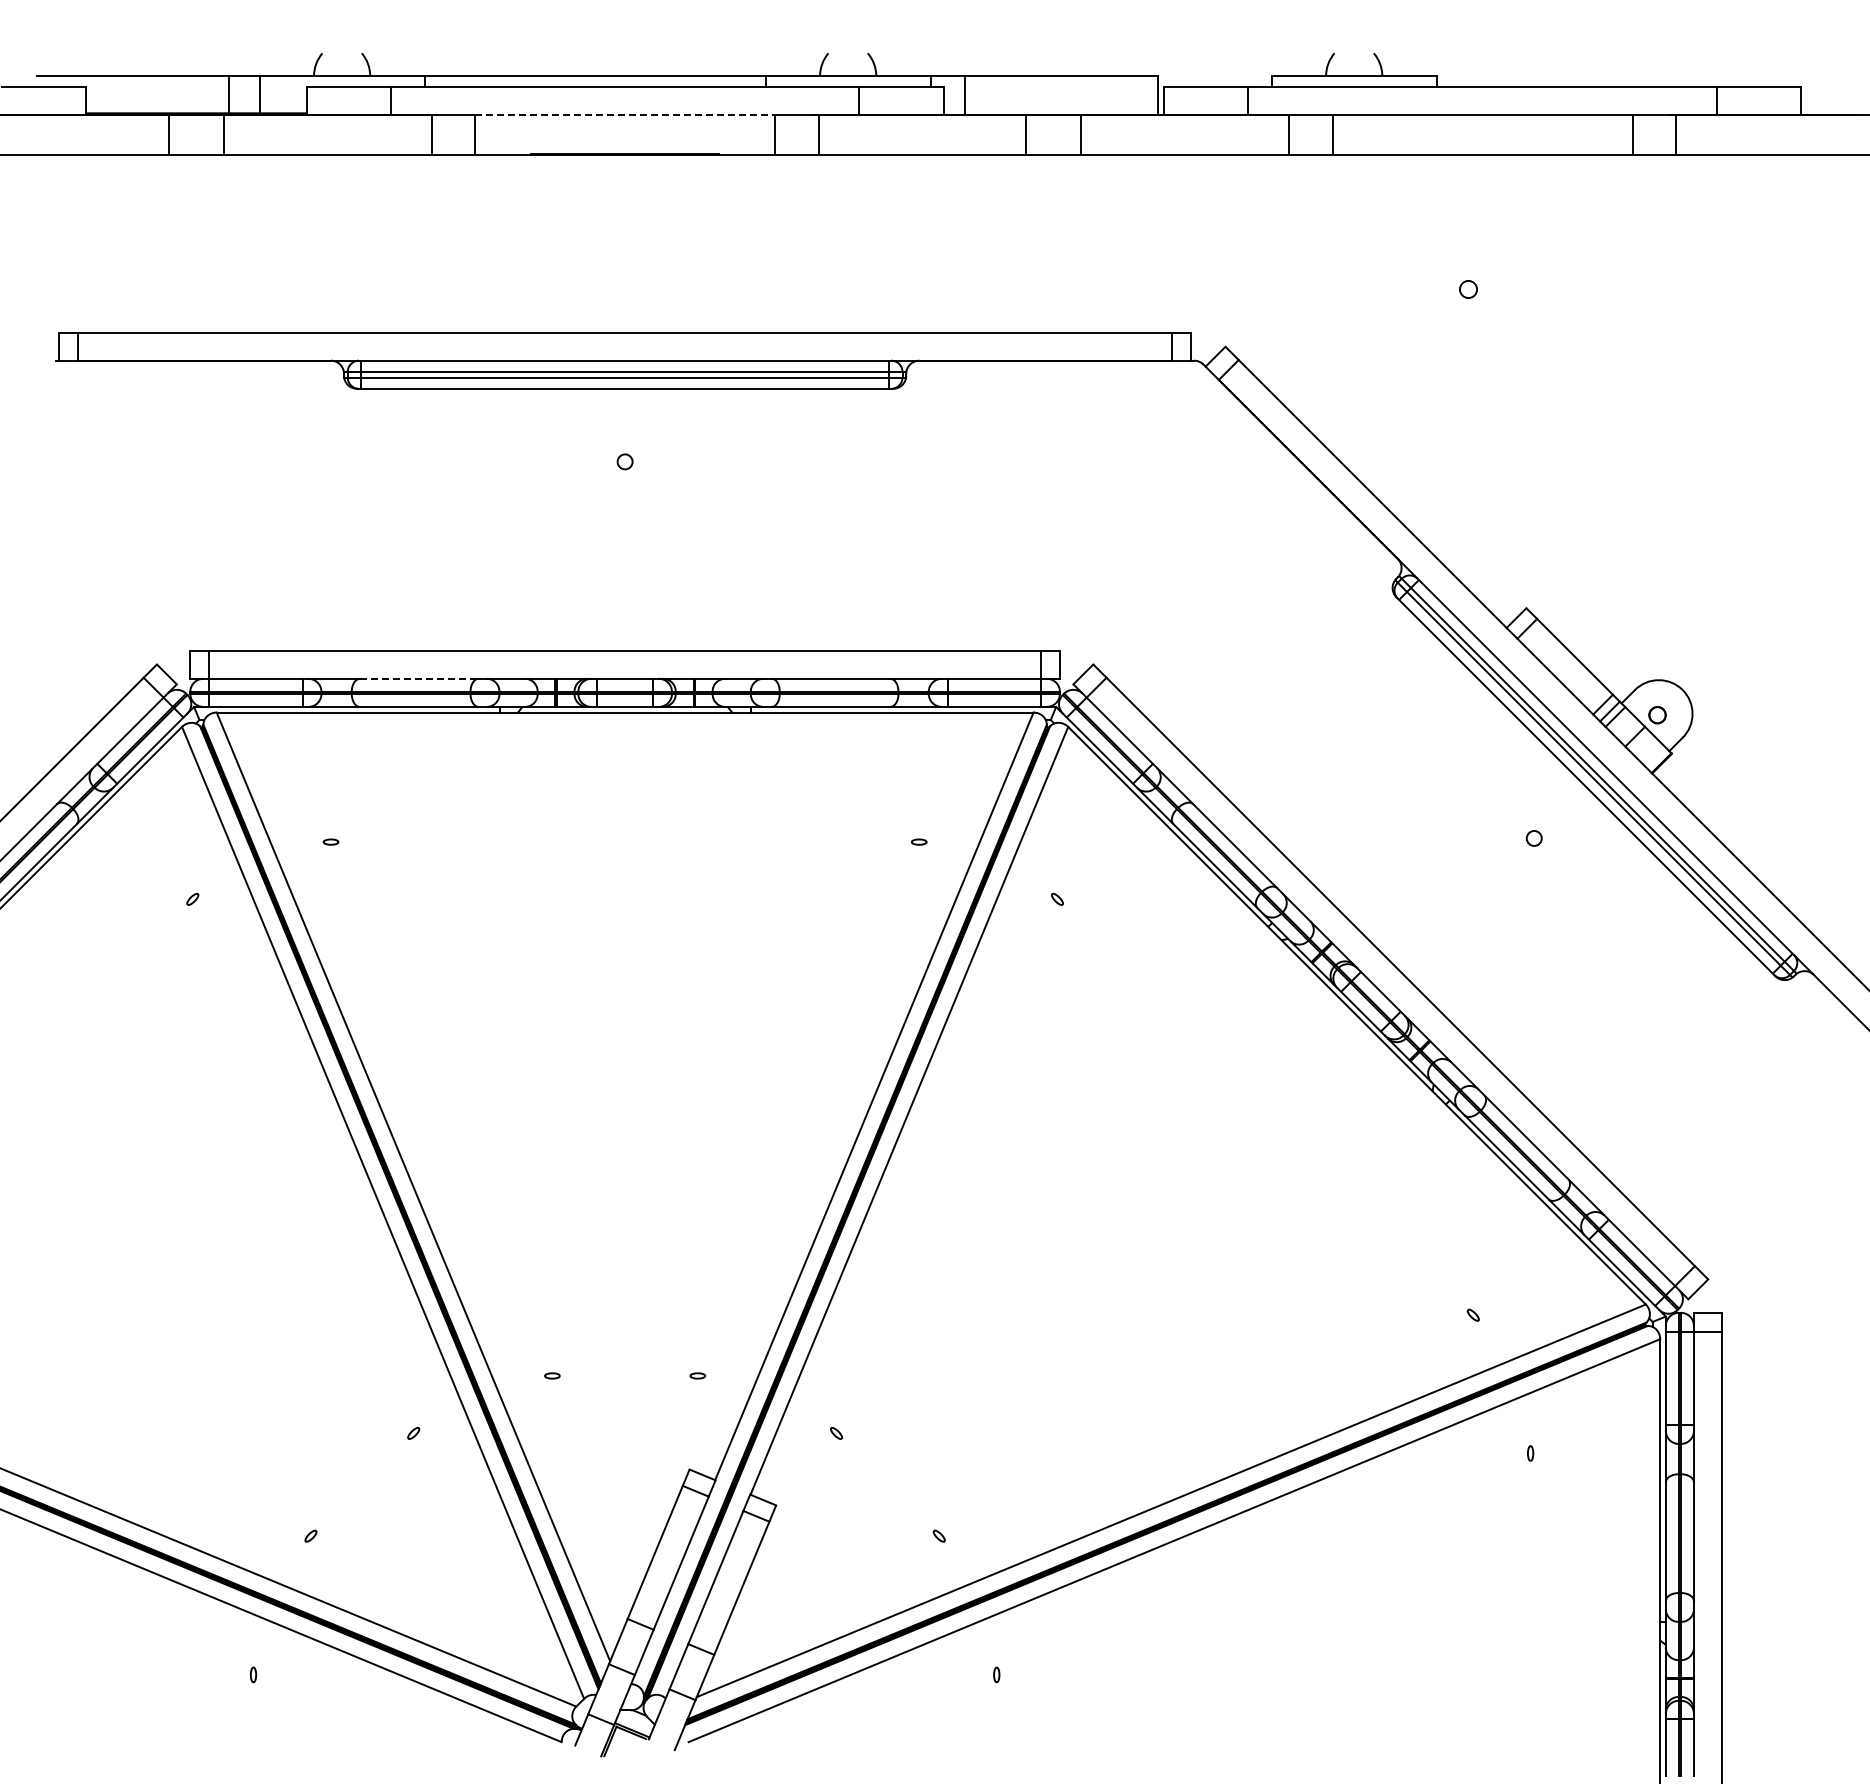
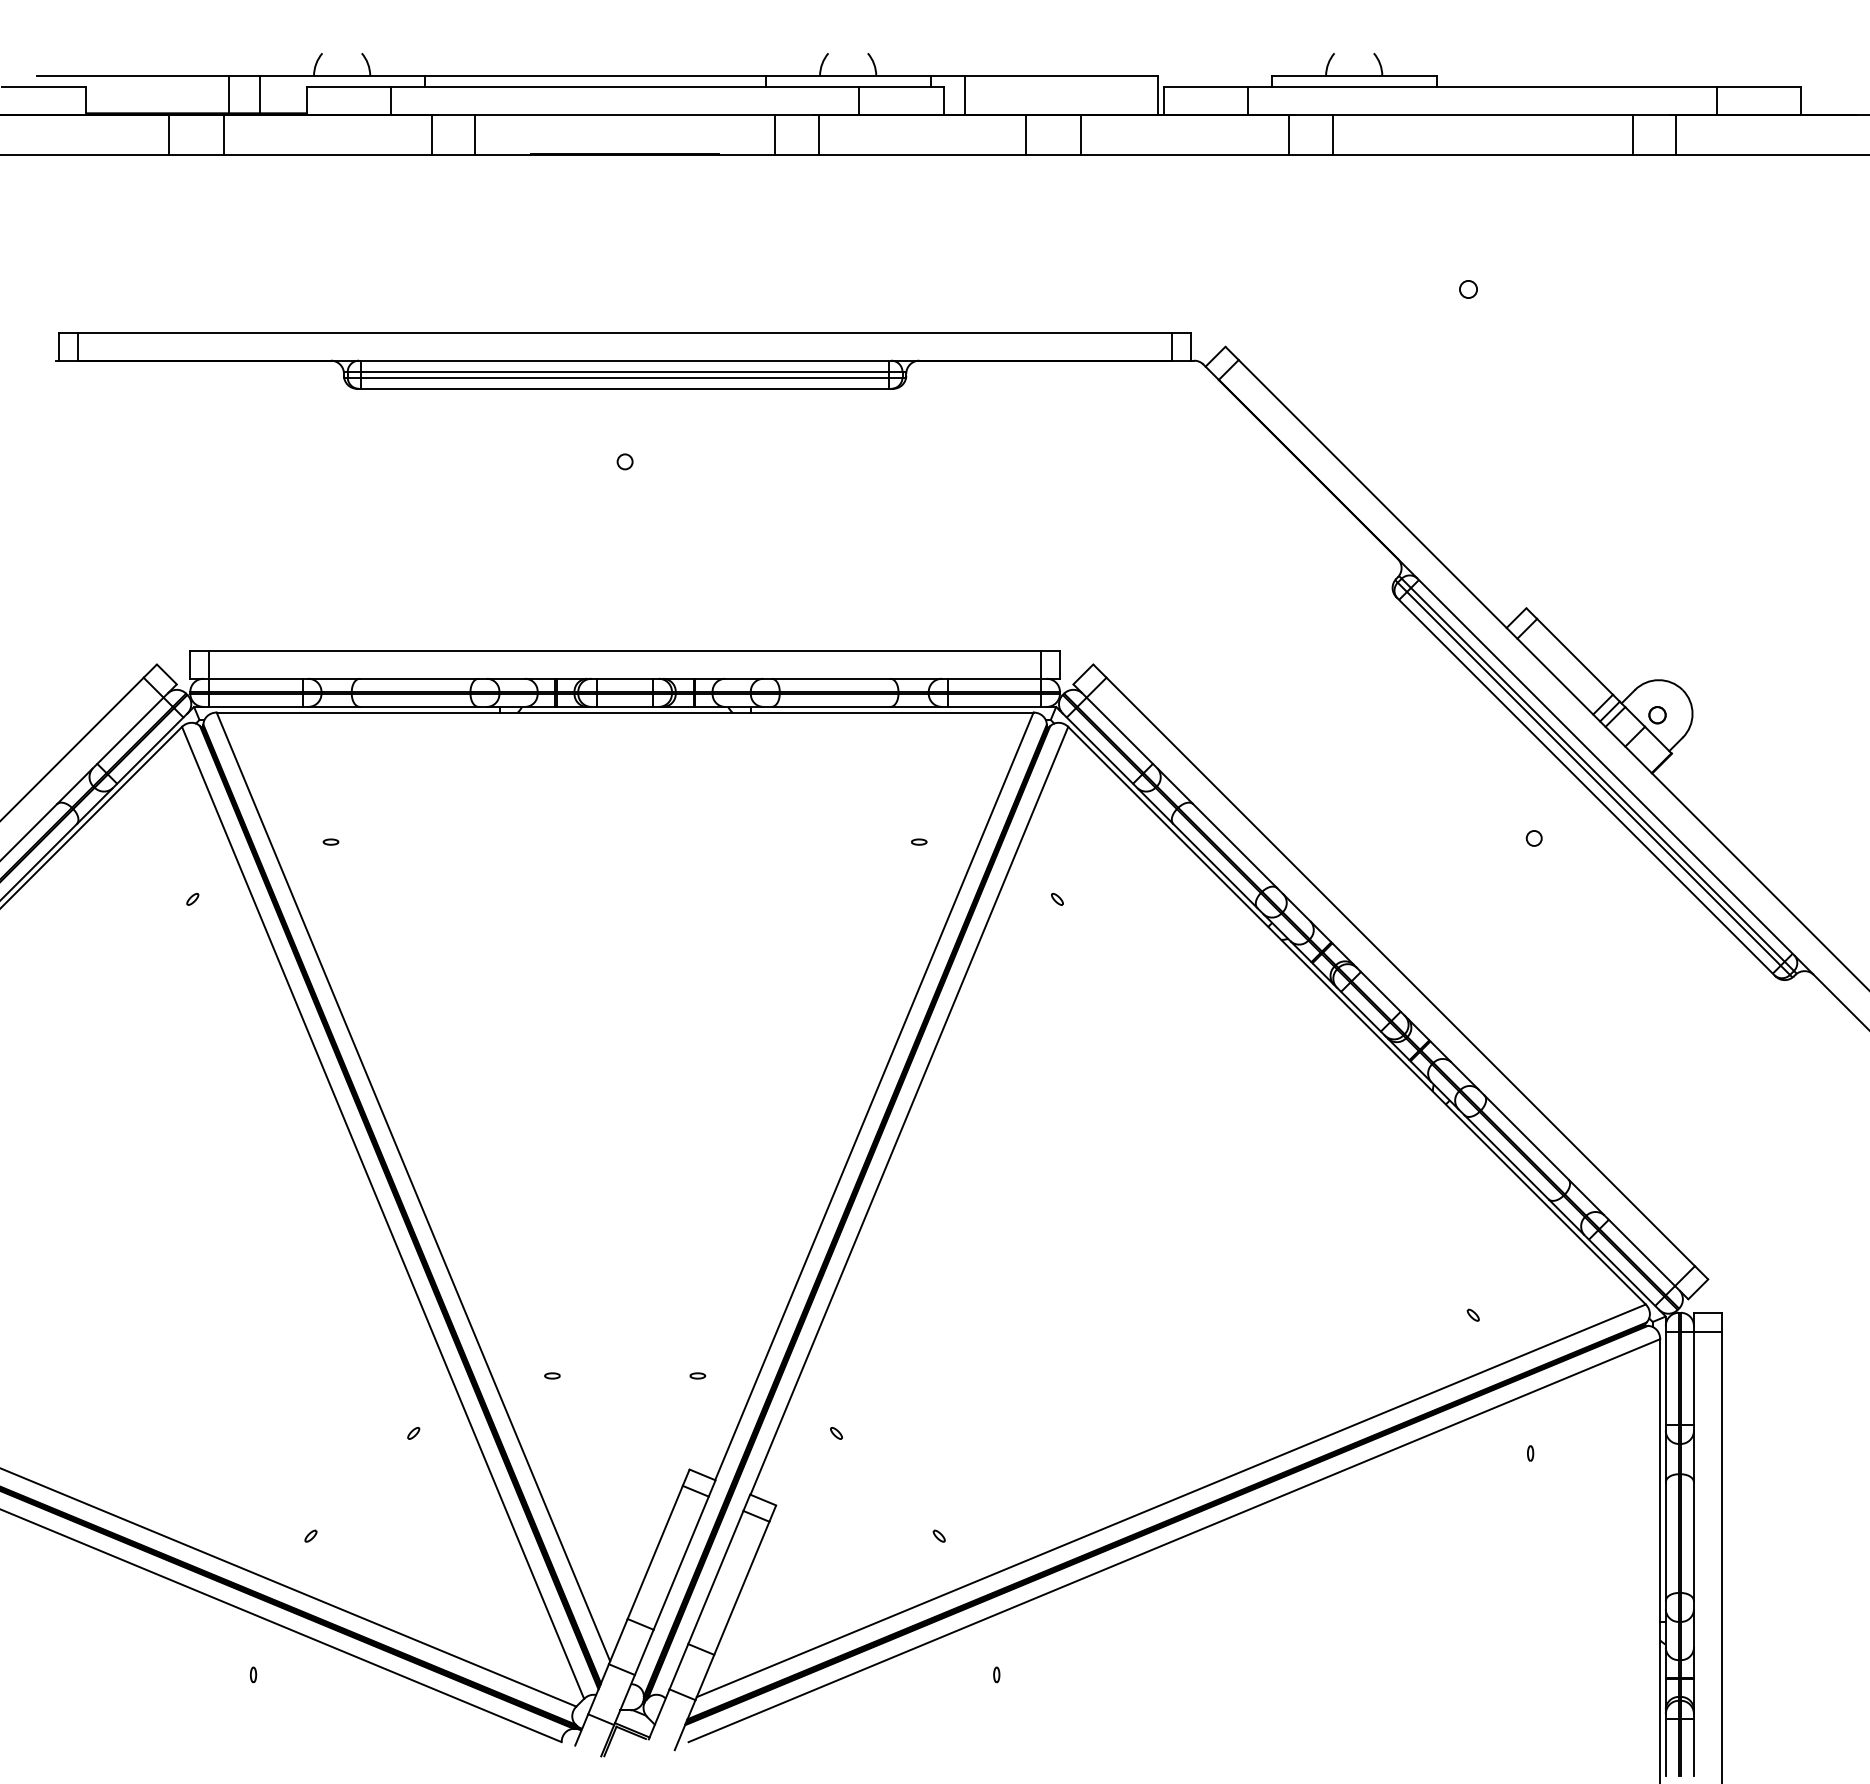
line at (625, 115): dashed -> solid
line at (419, 678): dashed -> solid
